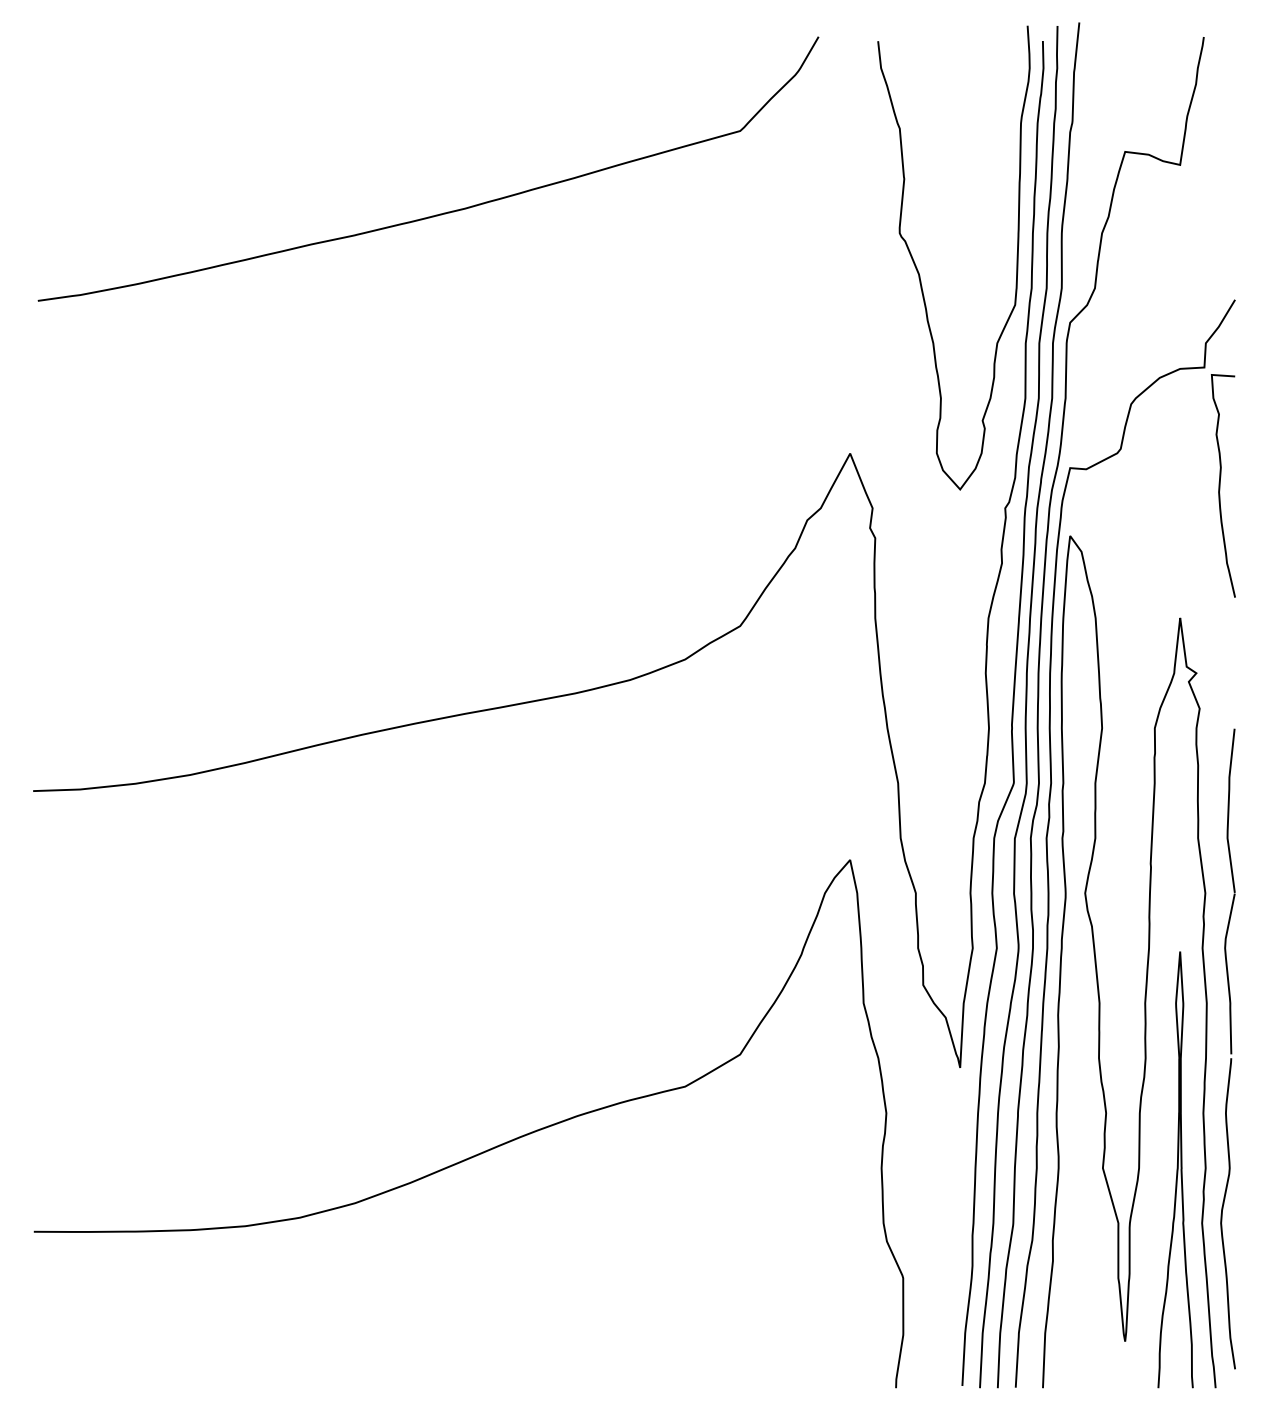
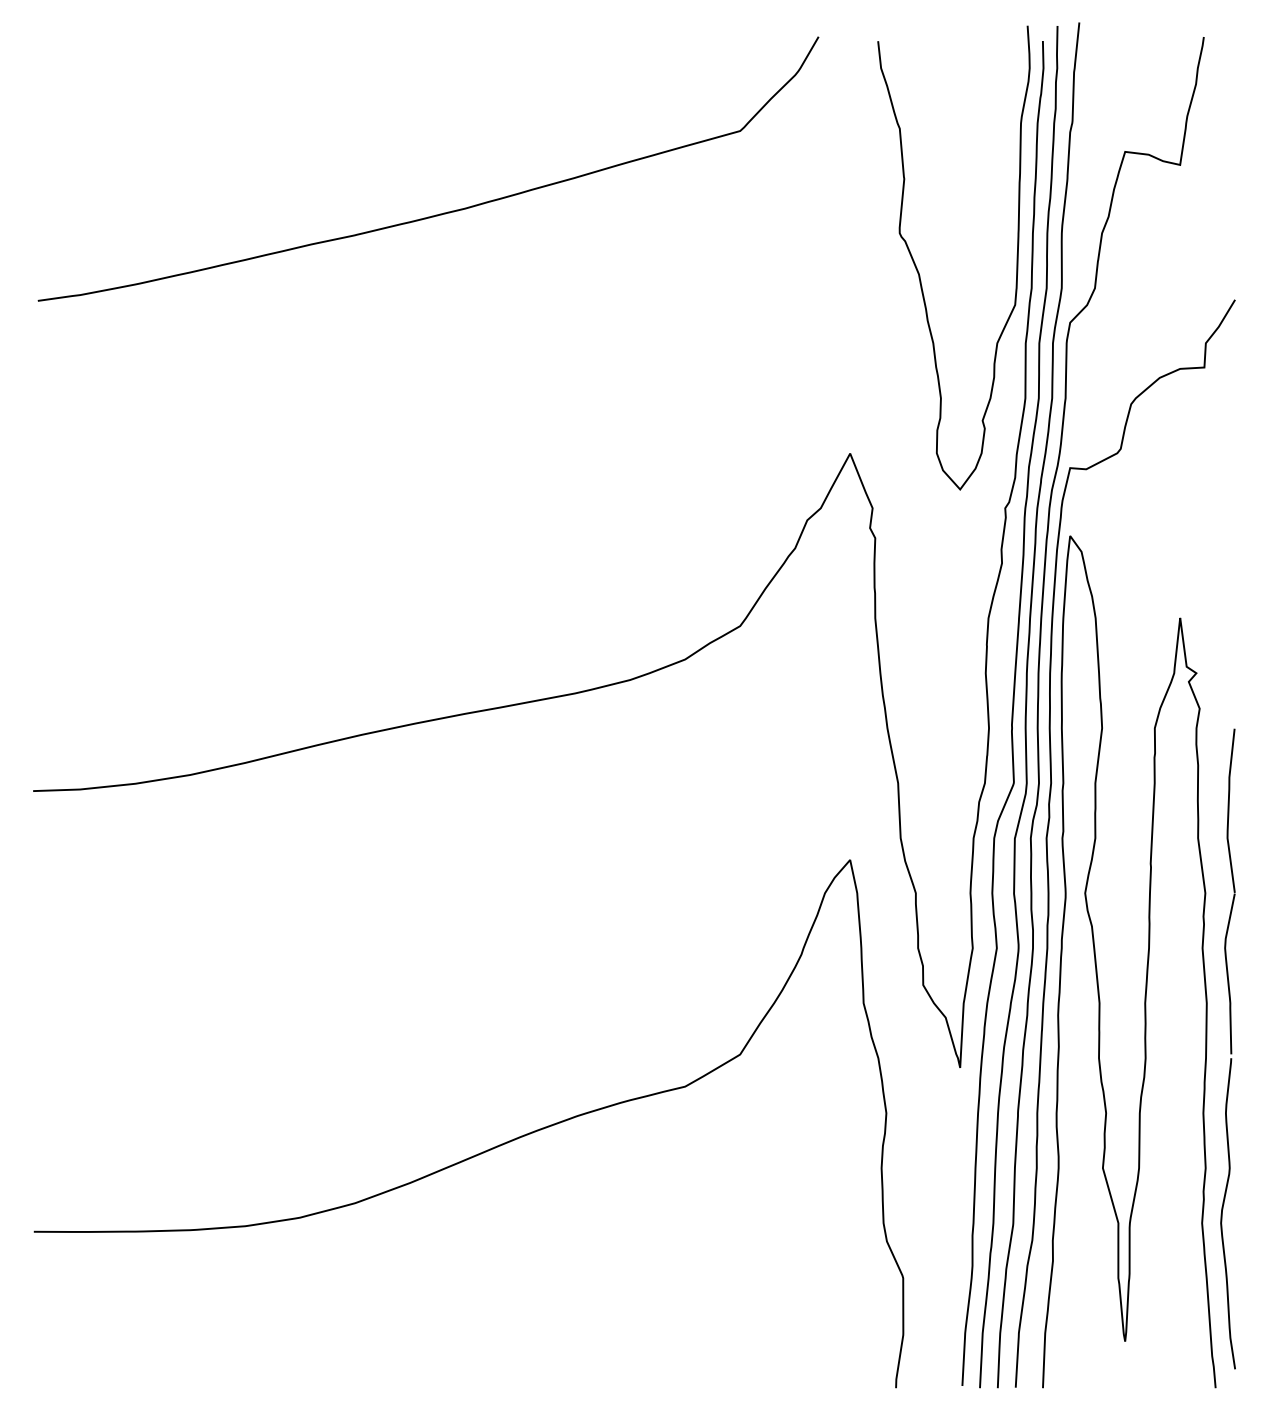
curve at (1220, 485): present -> none
curve at (1176, 1169): present -> none
